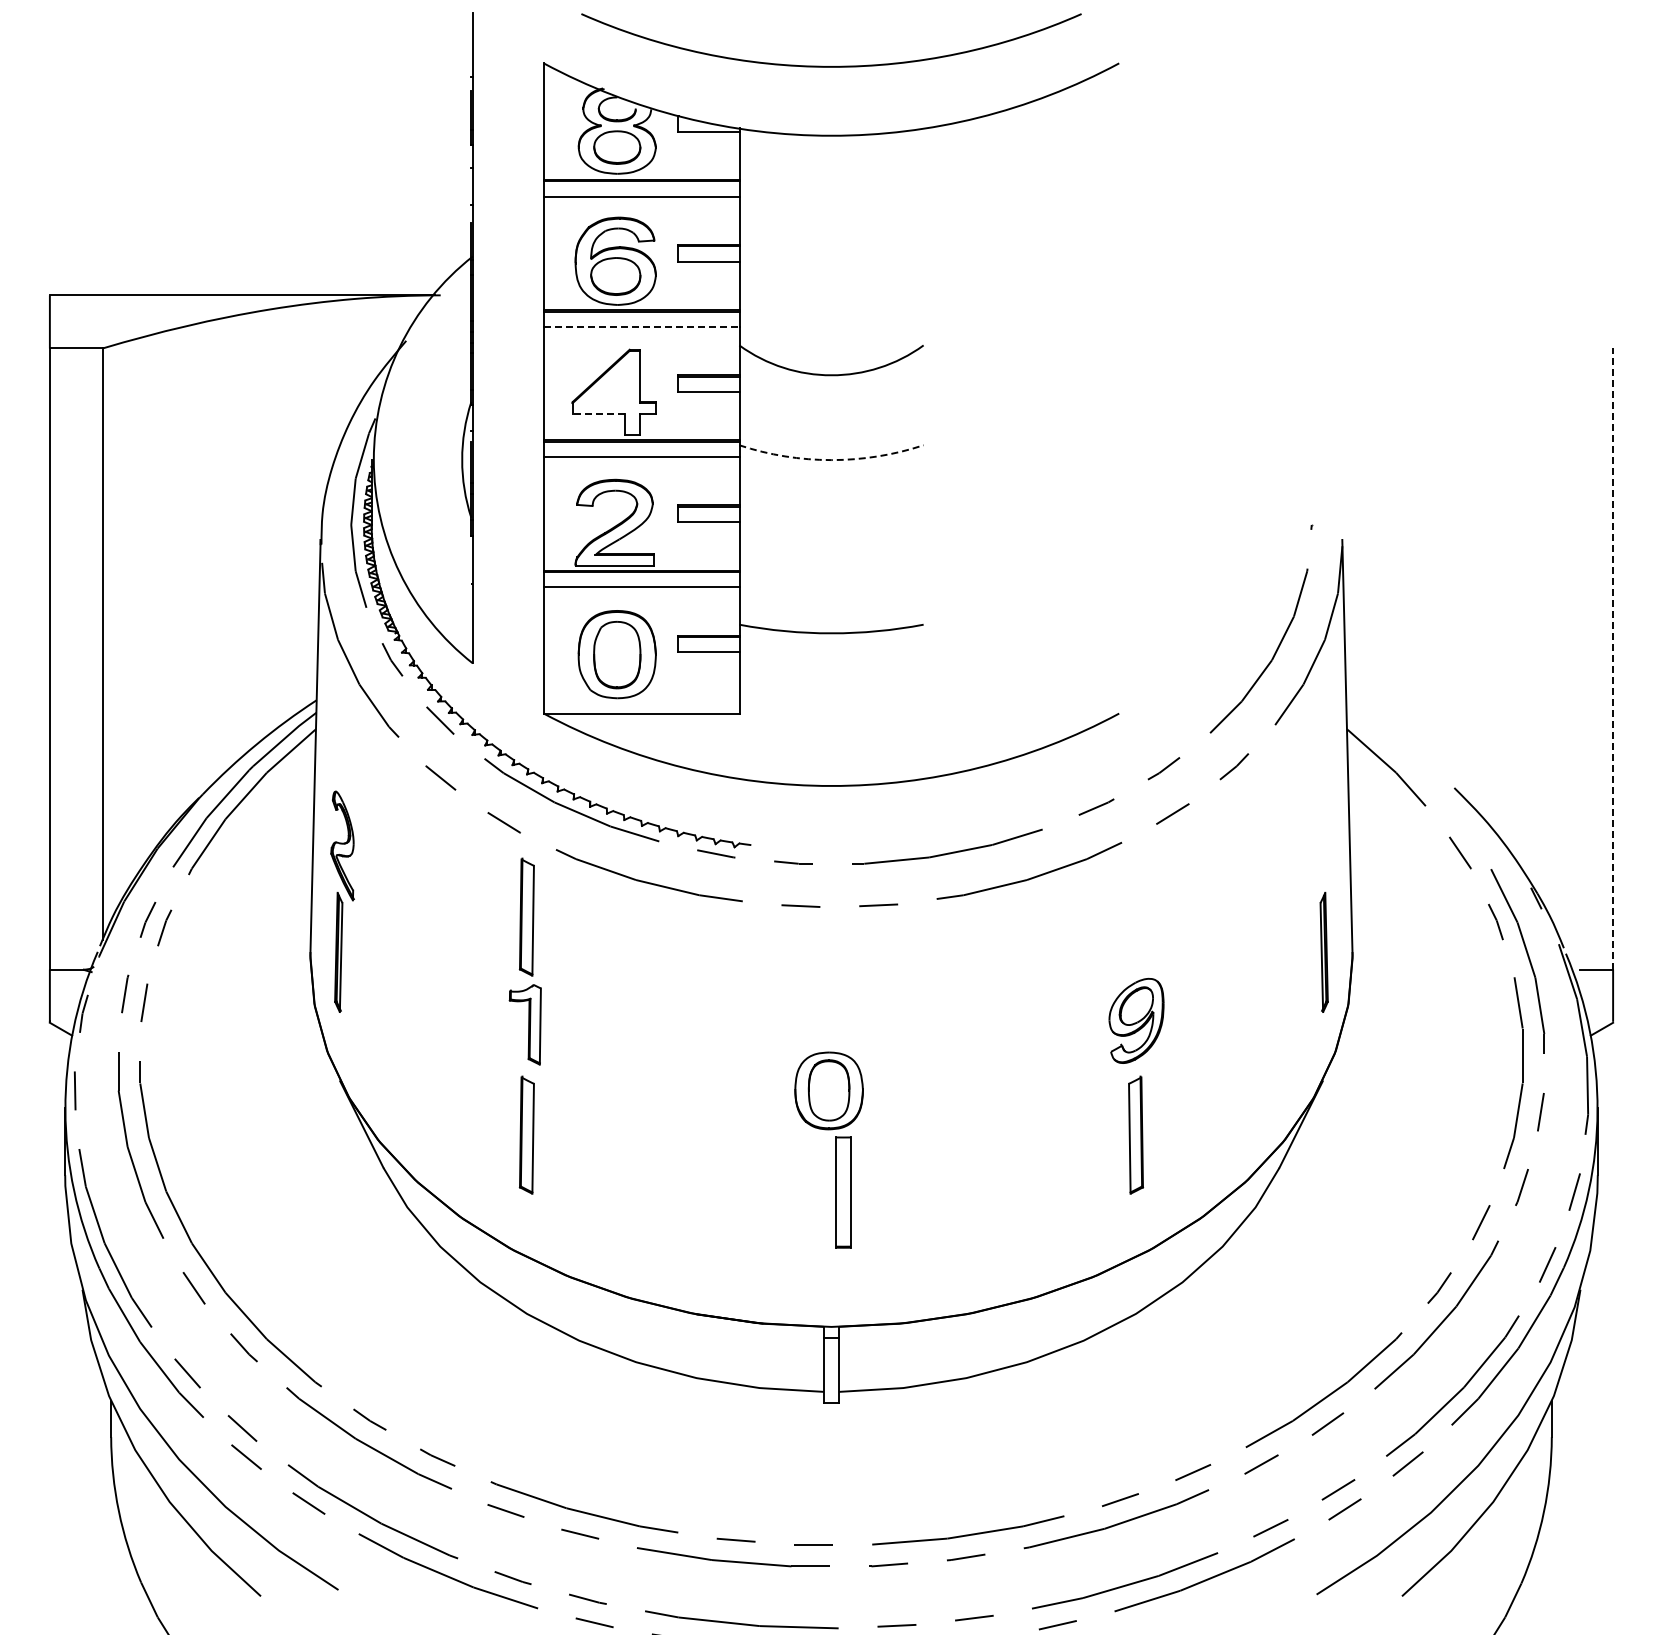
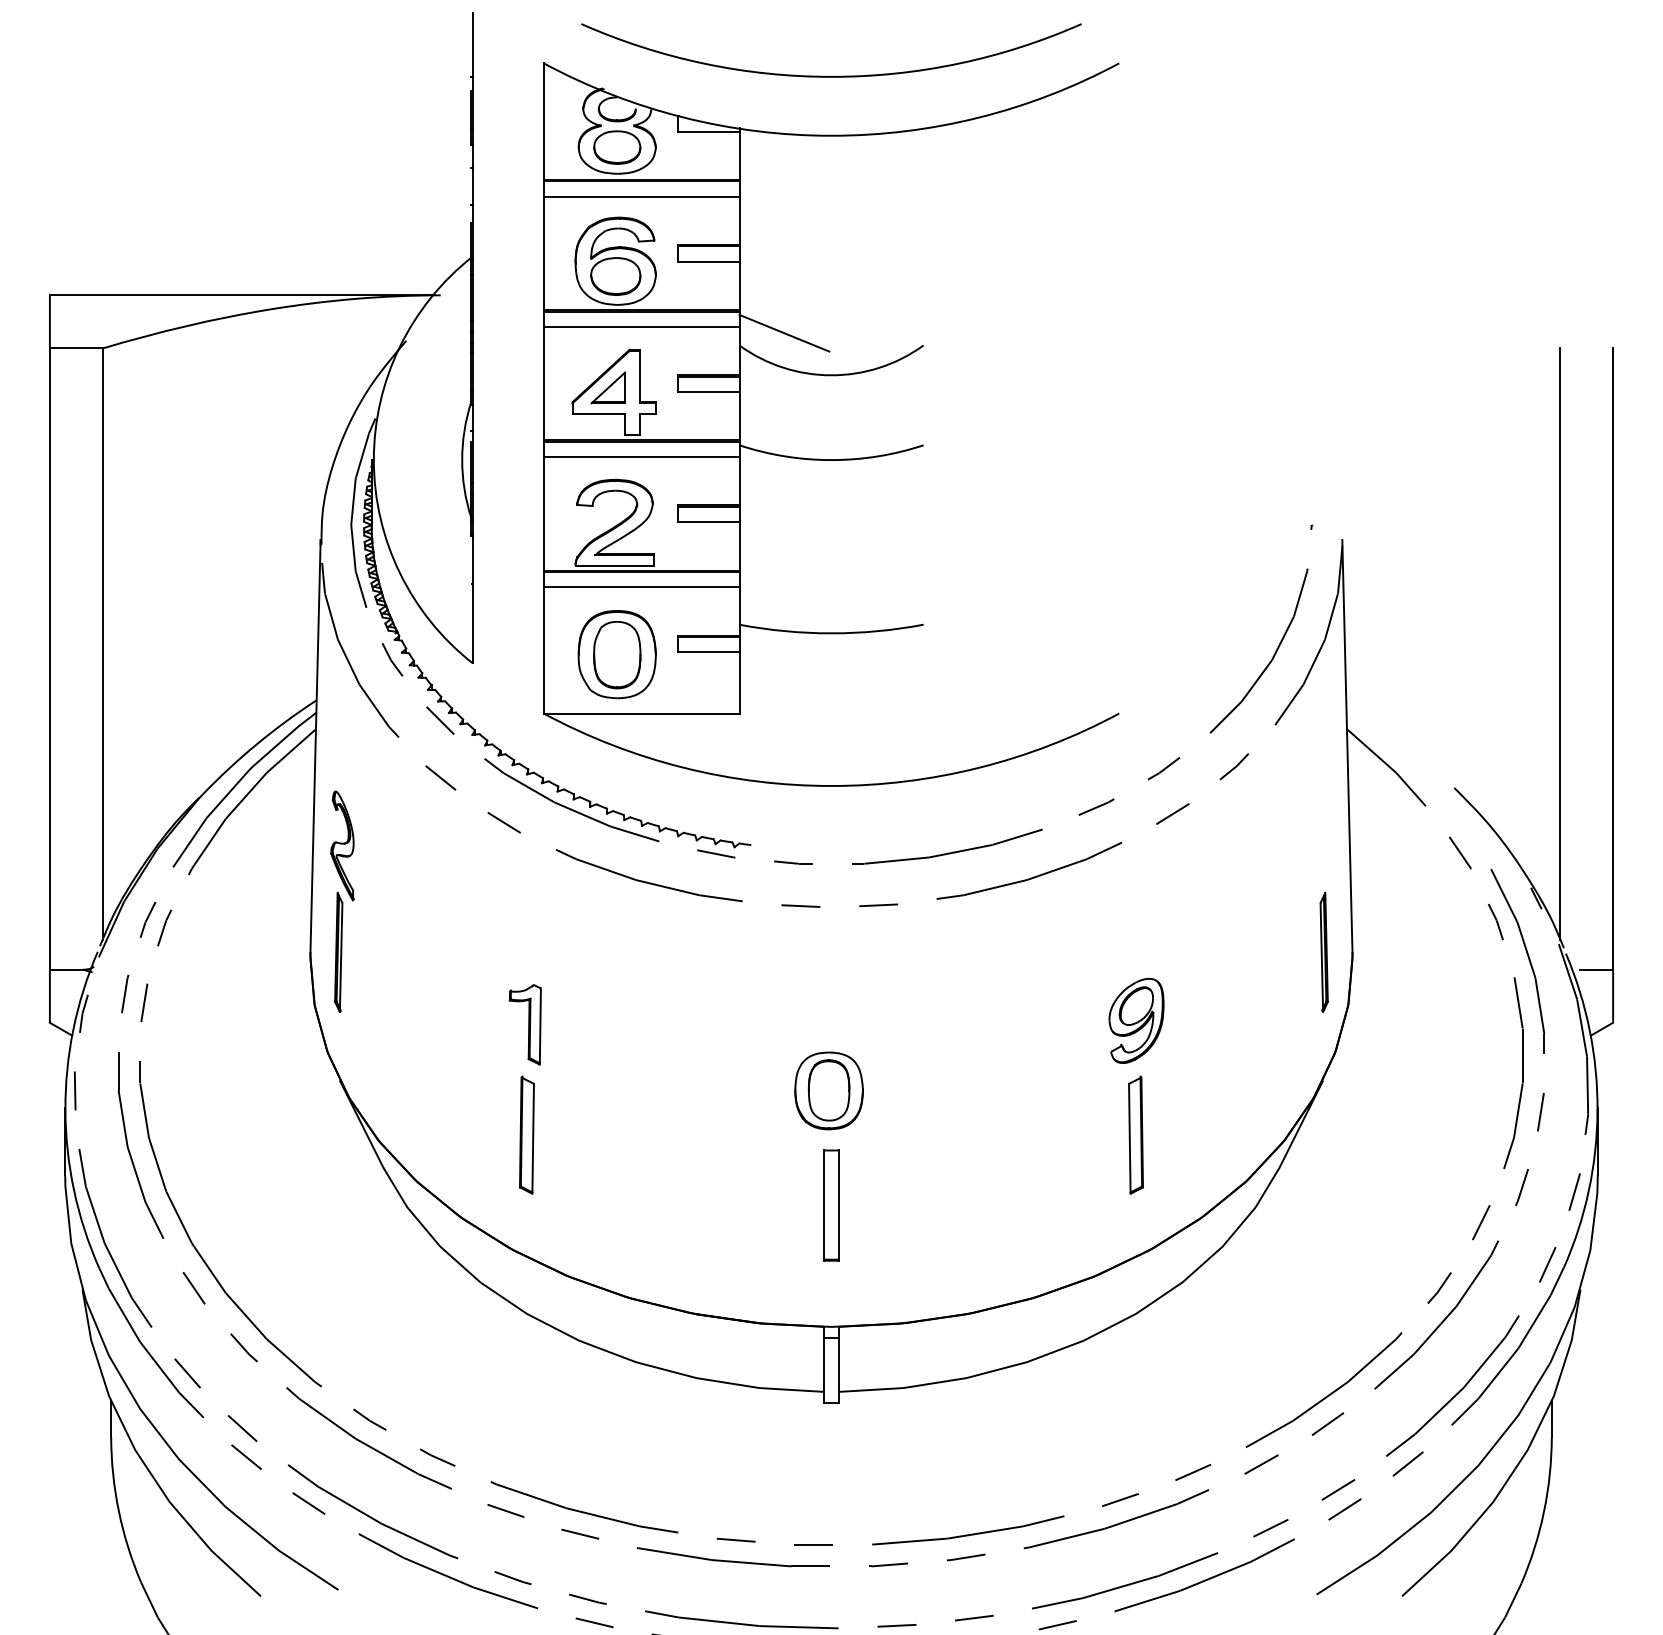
arc at (831, 66) position: (831, 66) -> (831, 76)
line at (641, 326): dashed -> solid
line at (784, 332): none -> present
part at (608, 387): none -> present
line at (598, 414): dashed -> solid
arc at (831, 460): dashed -> solid
line at (1560, 643): none -> present
line at (1613, 659): dashed -> solid
part at (526, 916): present -> none
part at (843, 1192) position: (843, 1192) -> (831, 1205)
